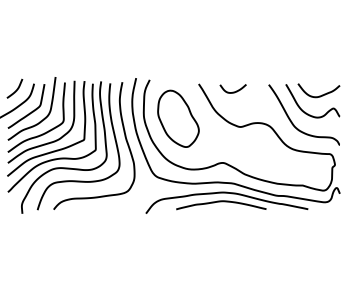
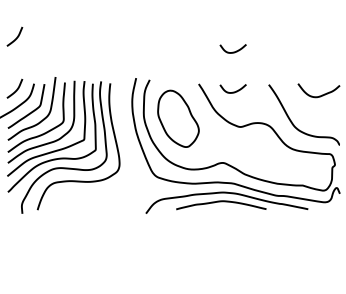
curve at (16, 37): none -> present
curve at (232, 51): none -> present
curve at (305, 111): present -> none
curve at (124, 137): present -> none
